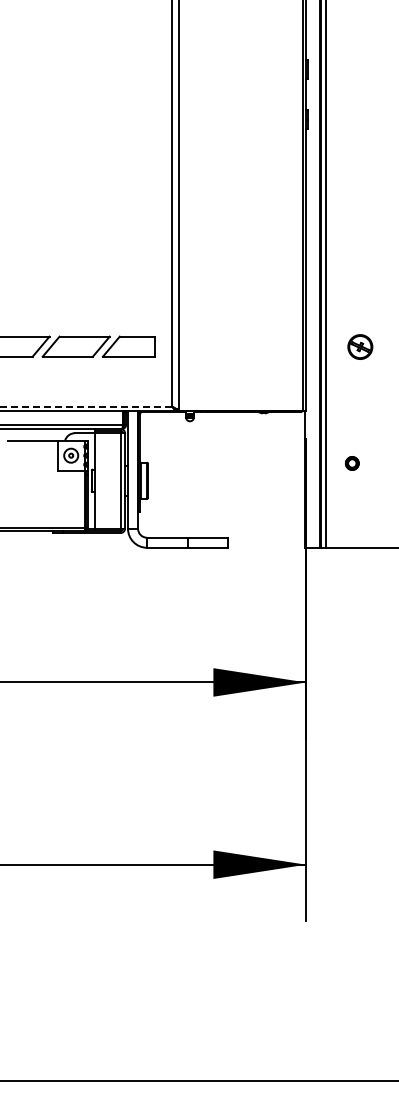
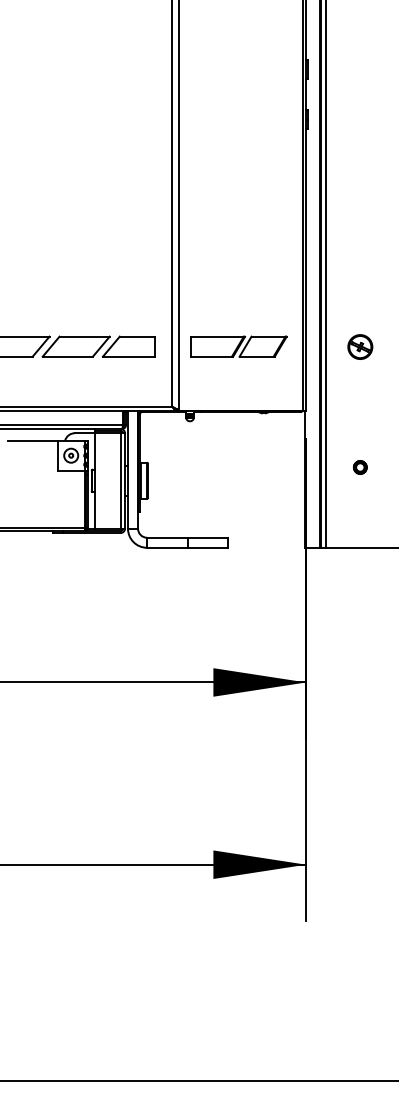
part at (238, 346): none -> present
line at (86, 406): dashed -> solid
part at (351, 463) position: (351, 463) -> (359, 467)
